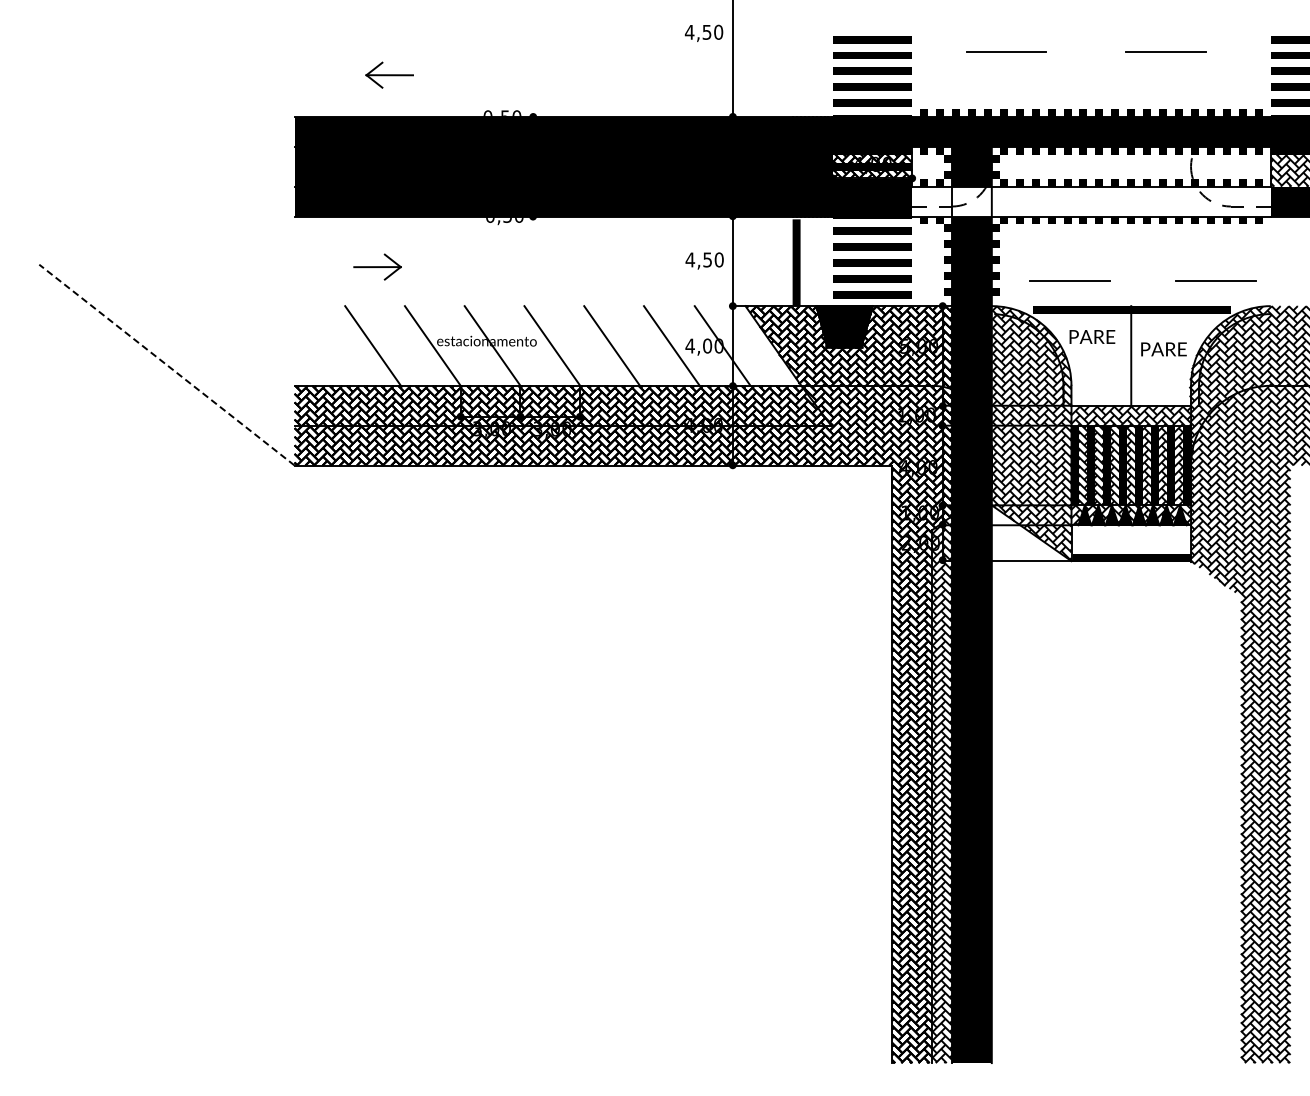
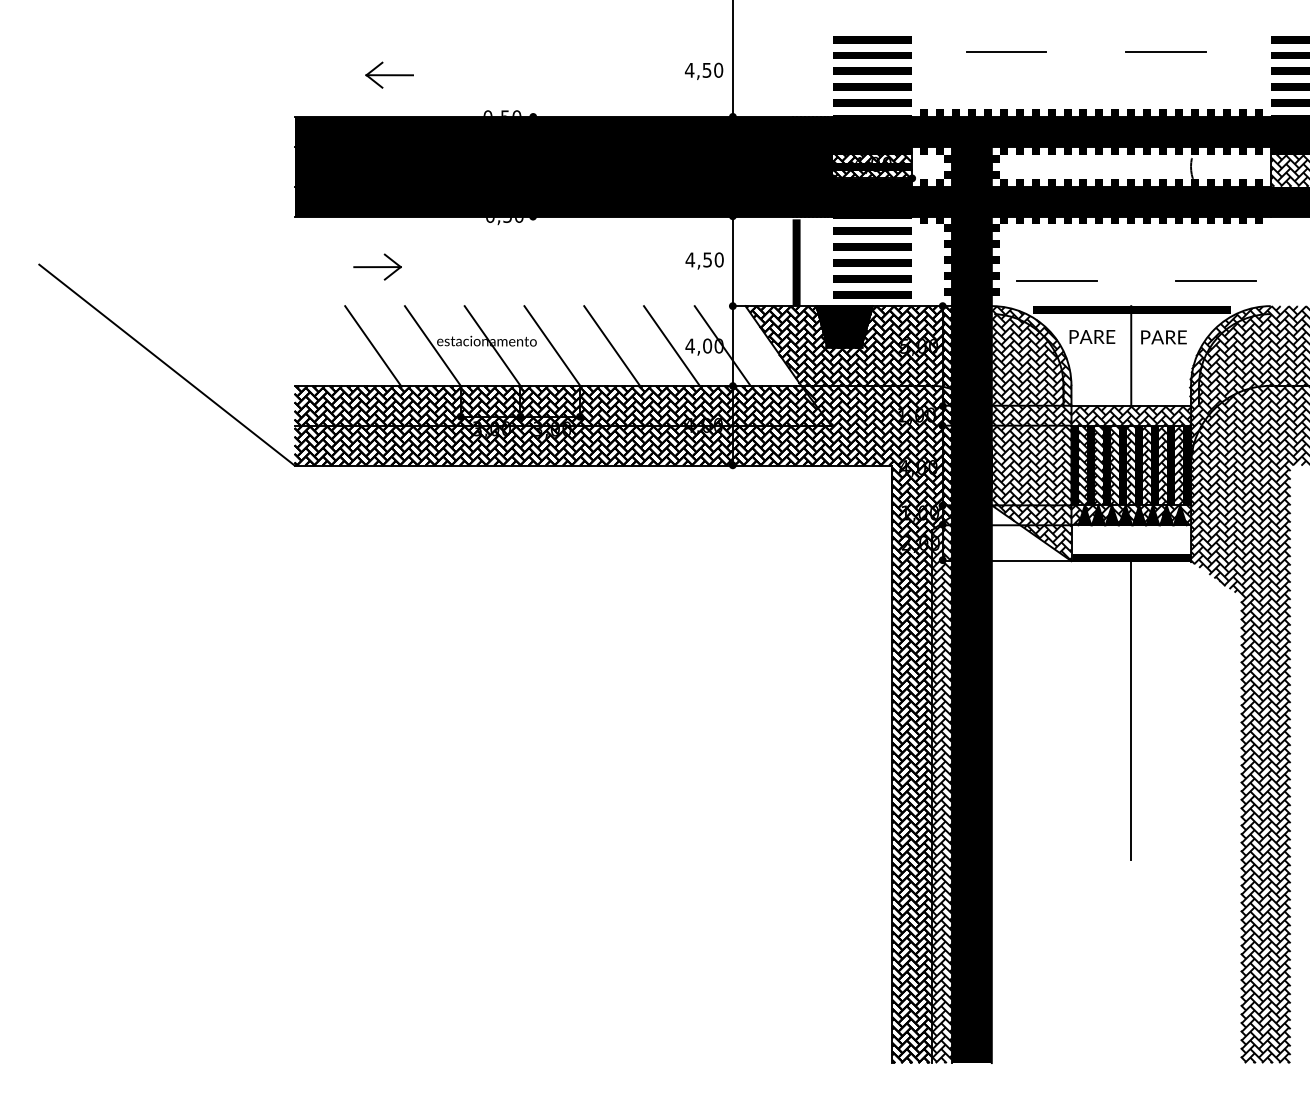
text at (703, 32) position: (703, 32) -> (703, 70)
fill at (1091, 201): none -> present
line at (1069, 280) position: (1069, 280) -> (1056, 280)
text at (1163, 349) position: (1163, 349) -> (1163, 337)
line at (166, 364): dashed -> solid
line at (1131, 710): none -> present
